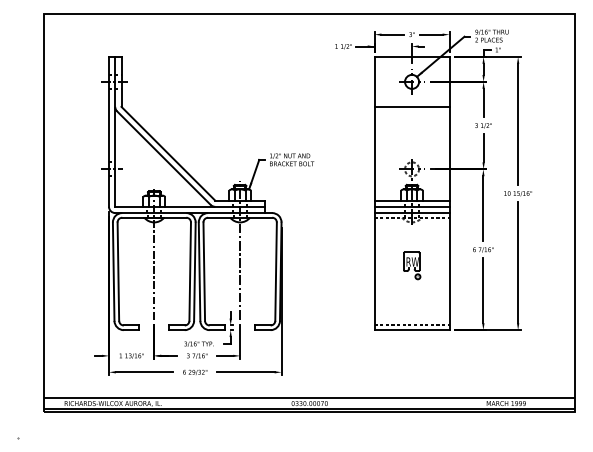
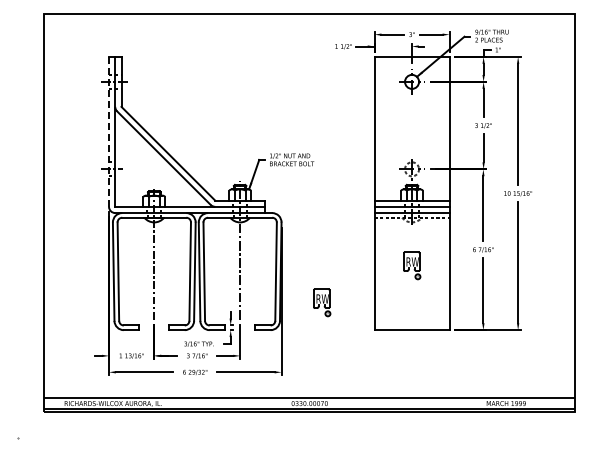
line at (411, 106): present -> none
line at (109, 131): solid -> dashed
part at (322, 302): none -> present
line at (411, 325): present -> none
